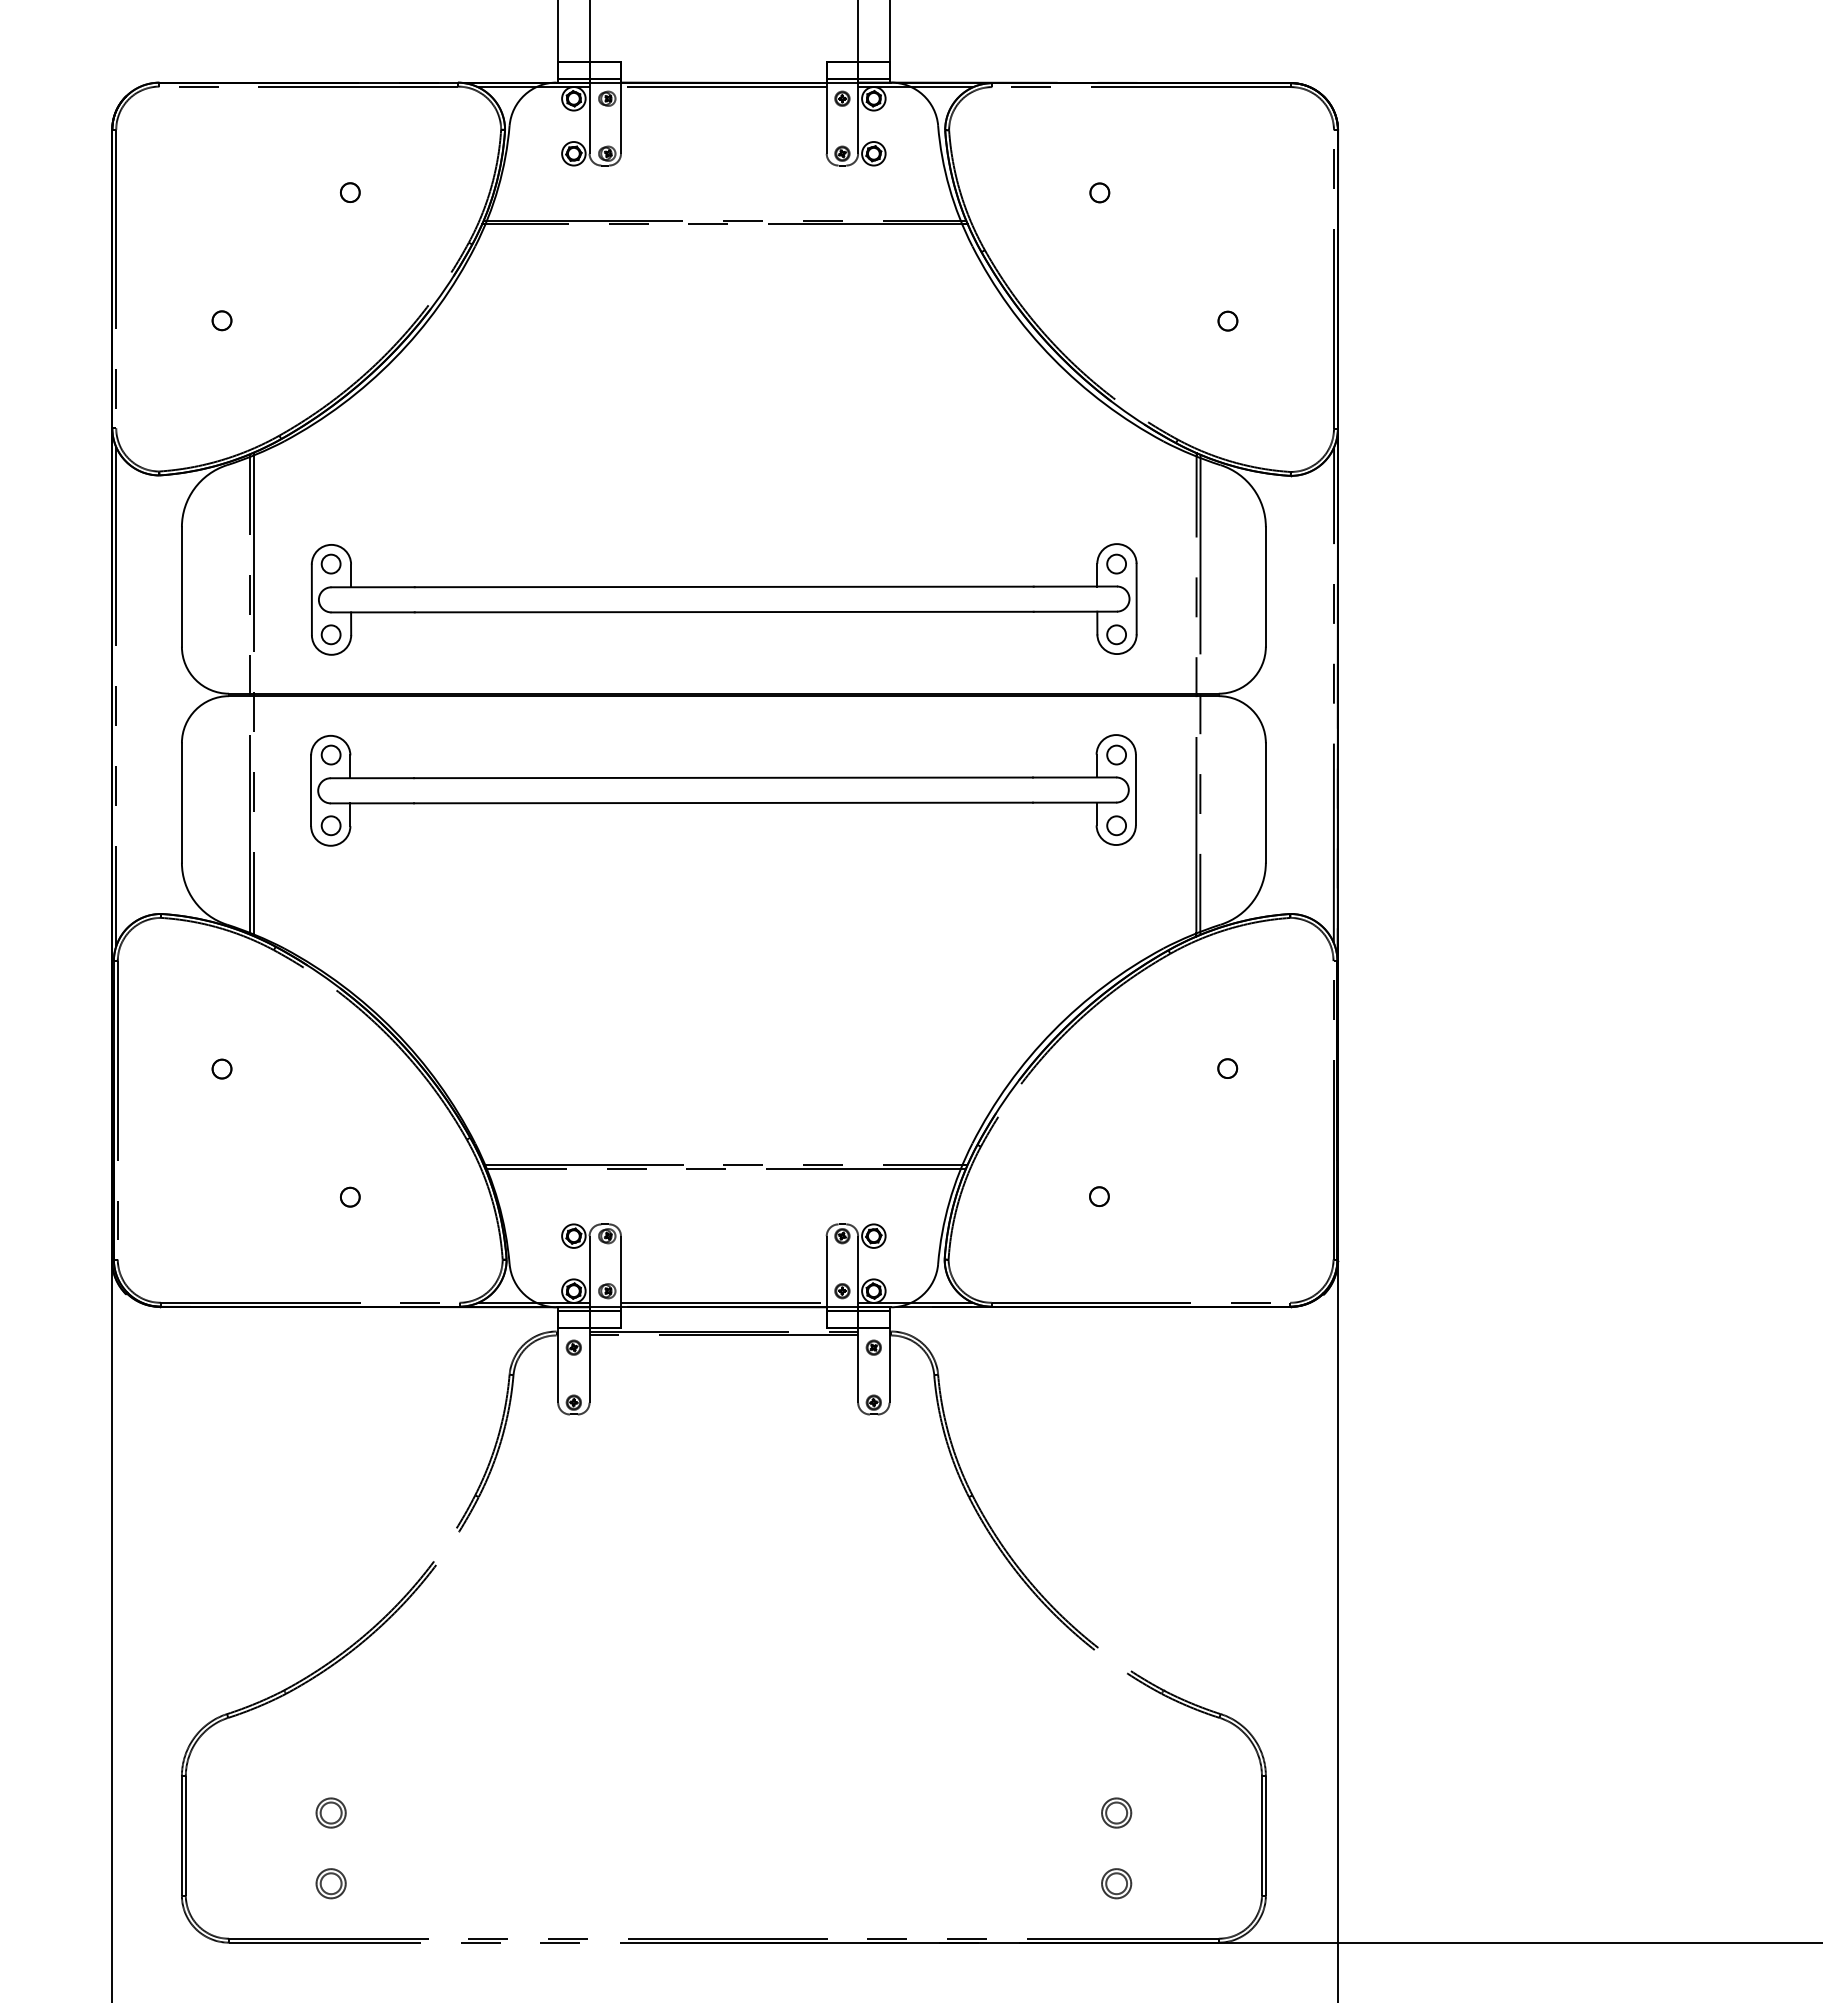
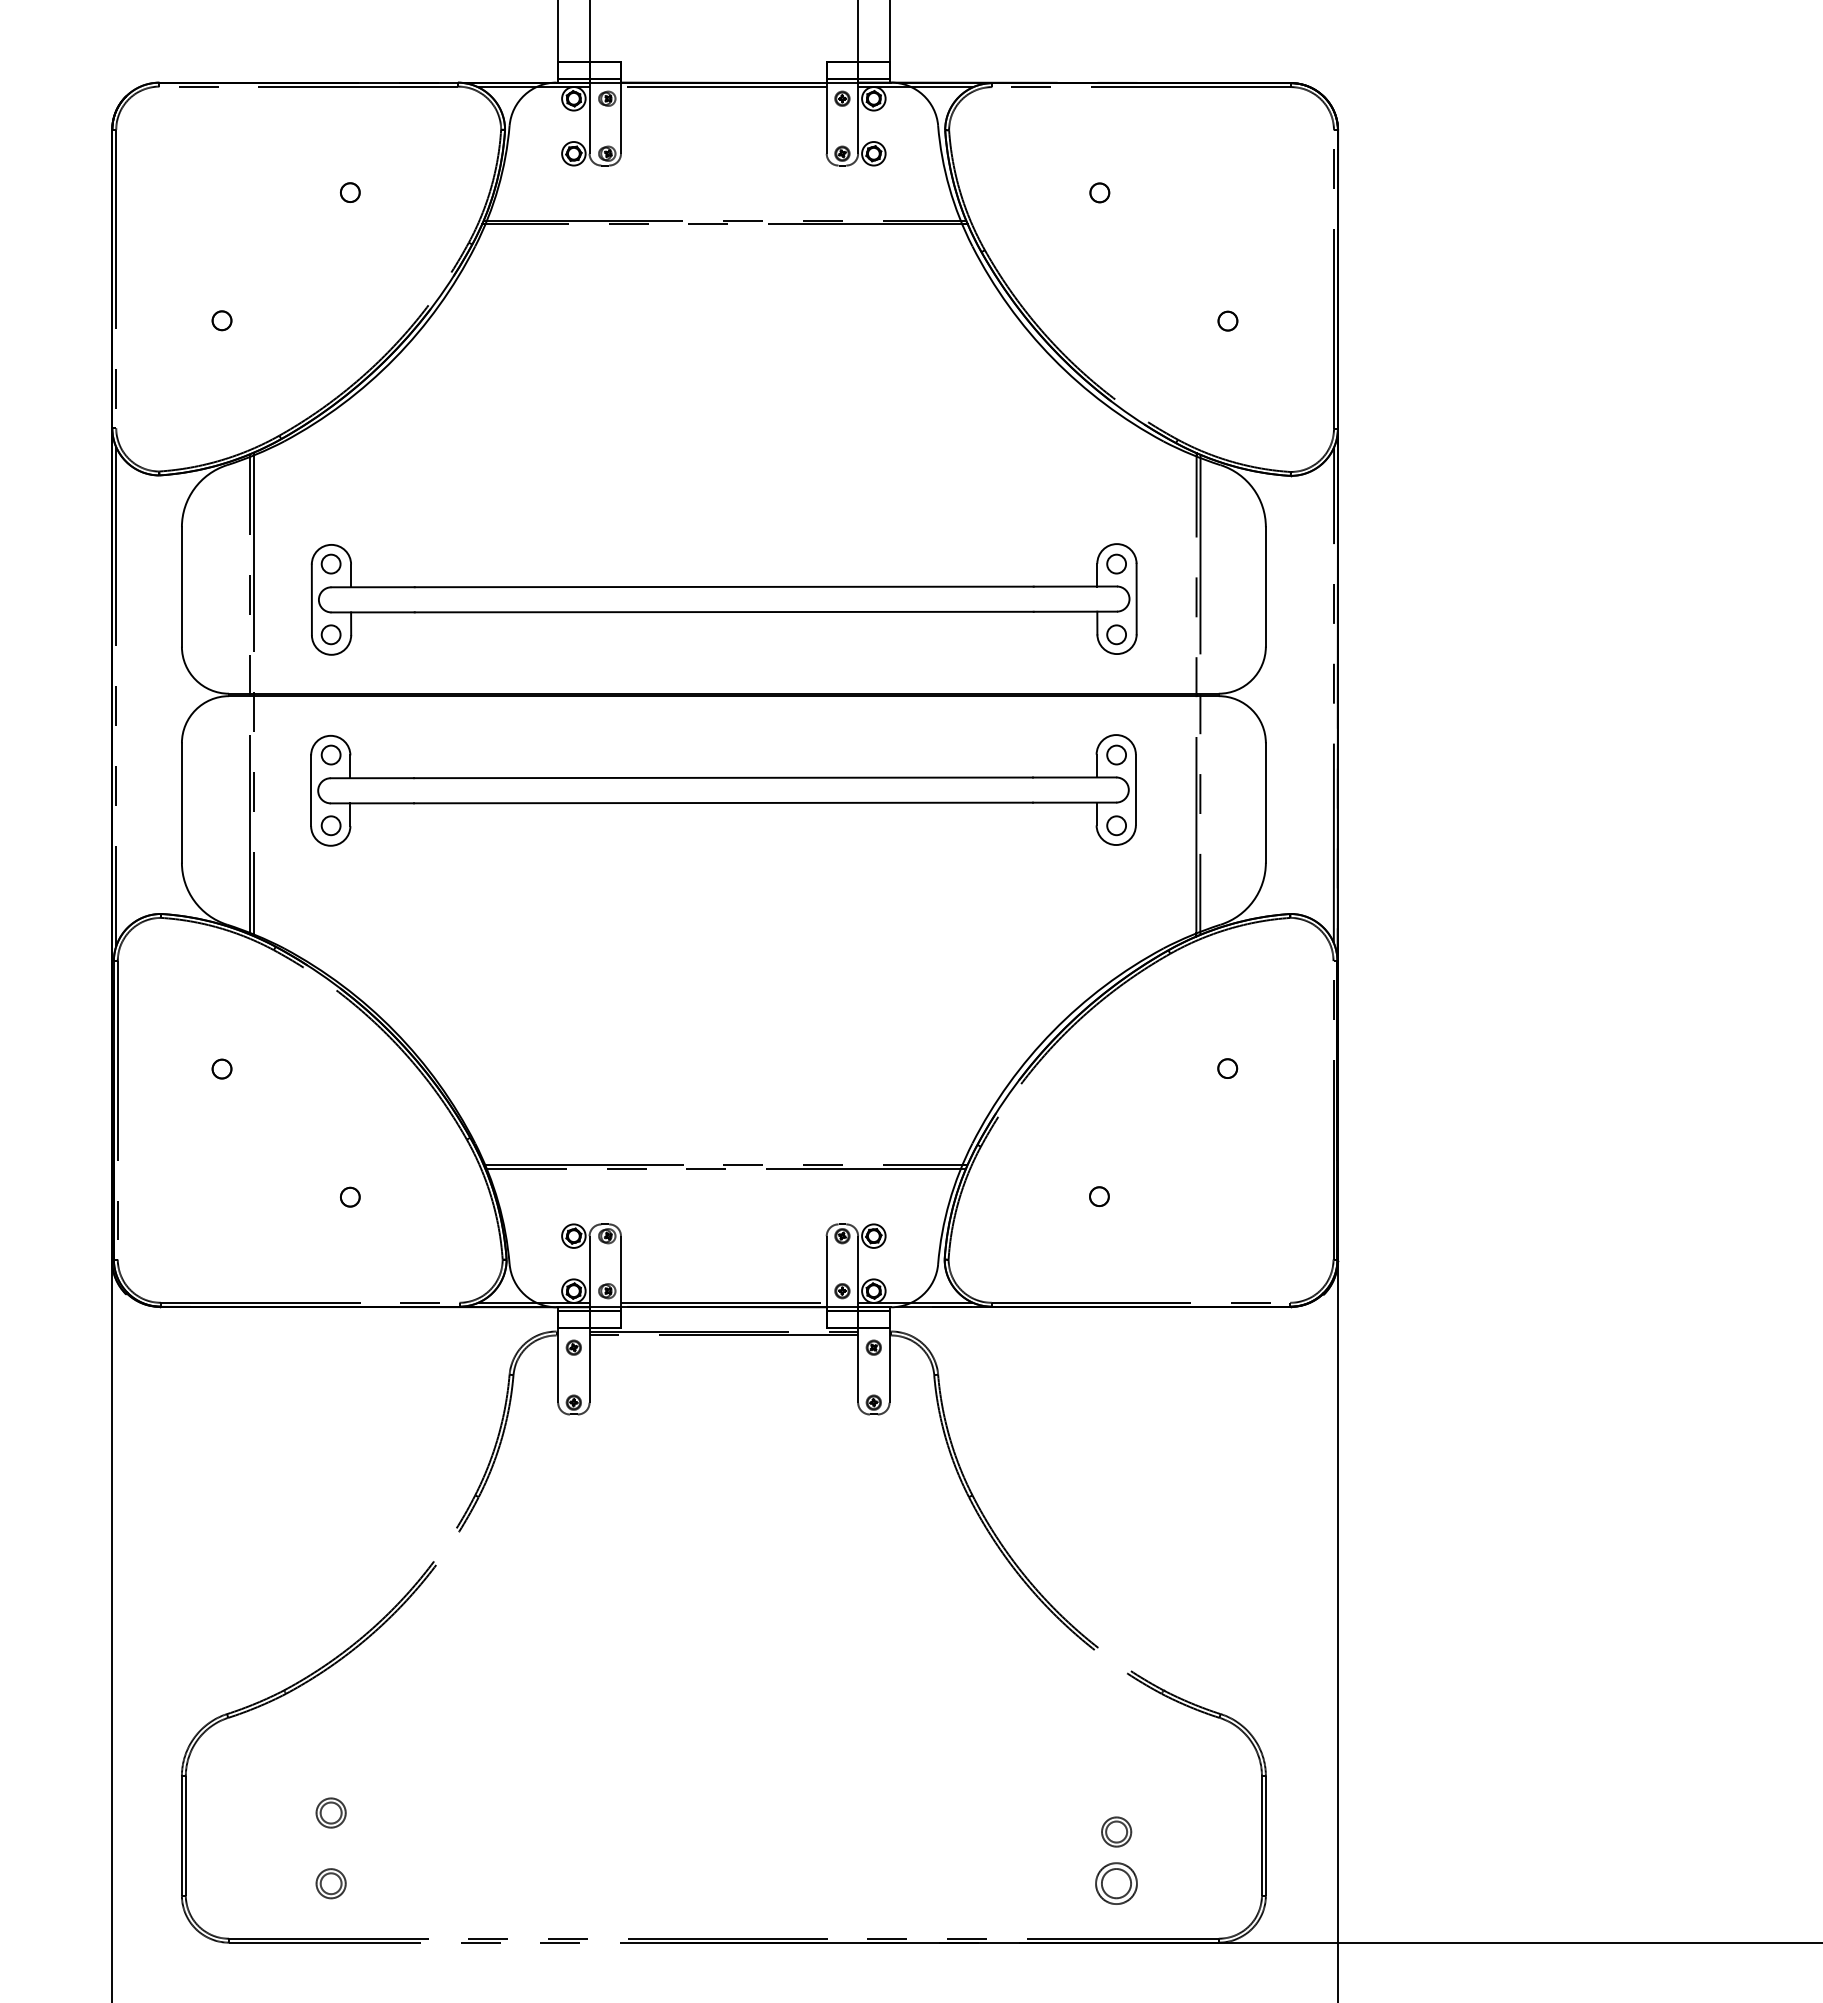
part at (1116, 1812) position: (1116, 1812) -> (1116, 1831)
part at (1116, 1883) size: 32x32 px -> 43x43 px
